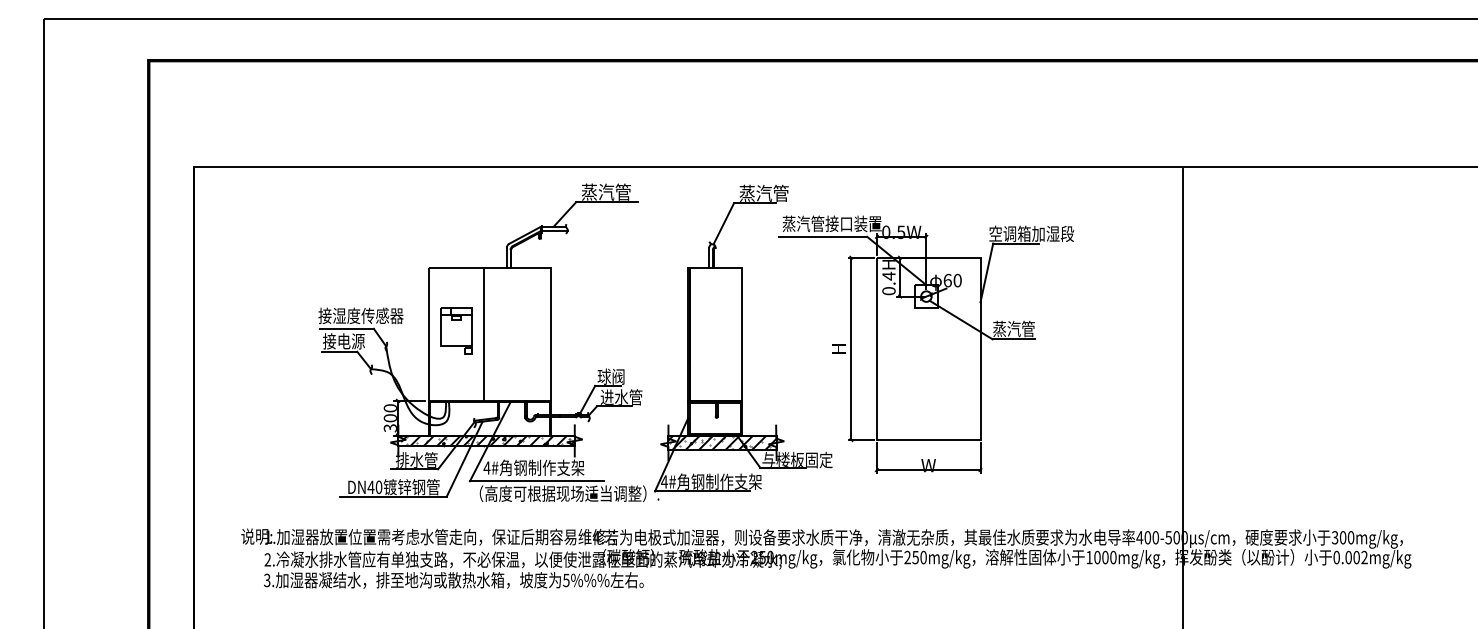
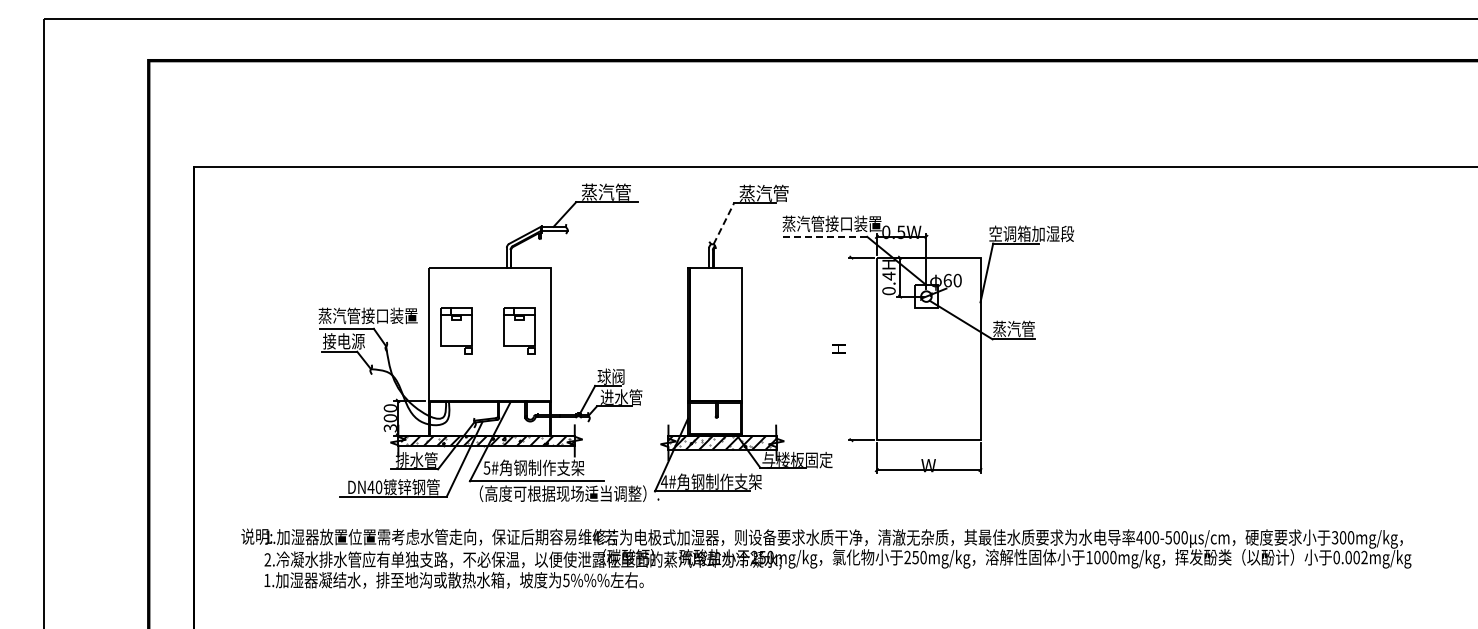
line at (723, 223): solid -> dashed
line at (822, 236): solid -> dashed
text at (367, 315): 接湿度传感器 -> 蒸汽管接口装置
part at (519, 330): none -> present
line at (483, 333): present -> none
line at (851, 348): present -> none
line at (1183, 397): present -> none
text at (486, 467): 4# -> 5#
text at (267, 580): 3. -> 1.
